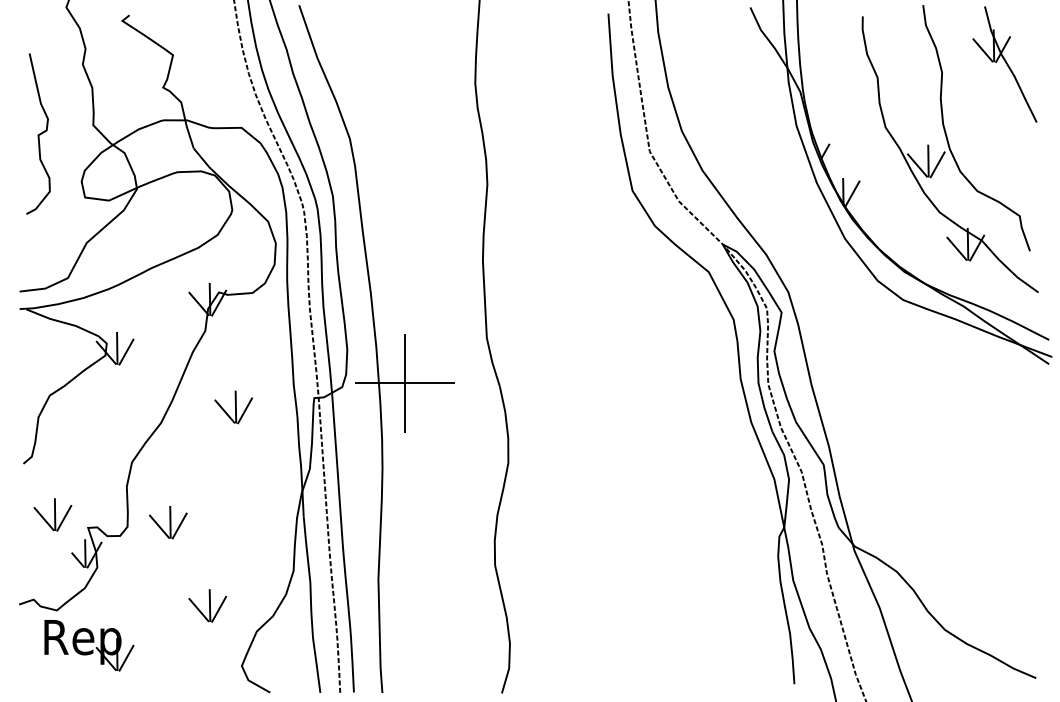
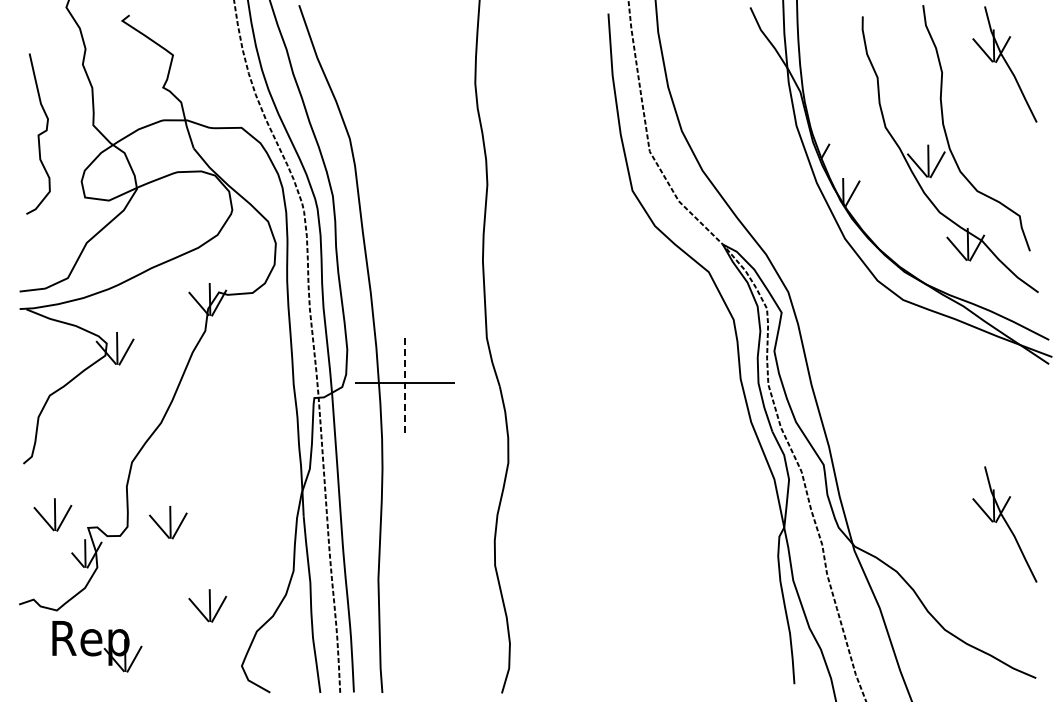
line at (404, 383): solid -> dashed
part at (233, 407): present -> none
part at (1004, 524): none -> present
part at (89, 645) position: (89, 645) -> (97, 646)
